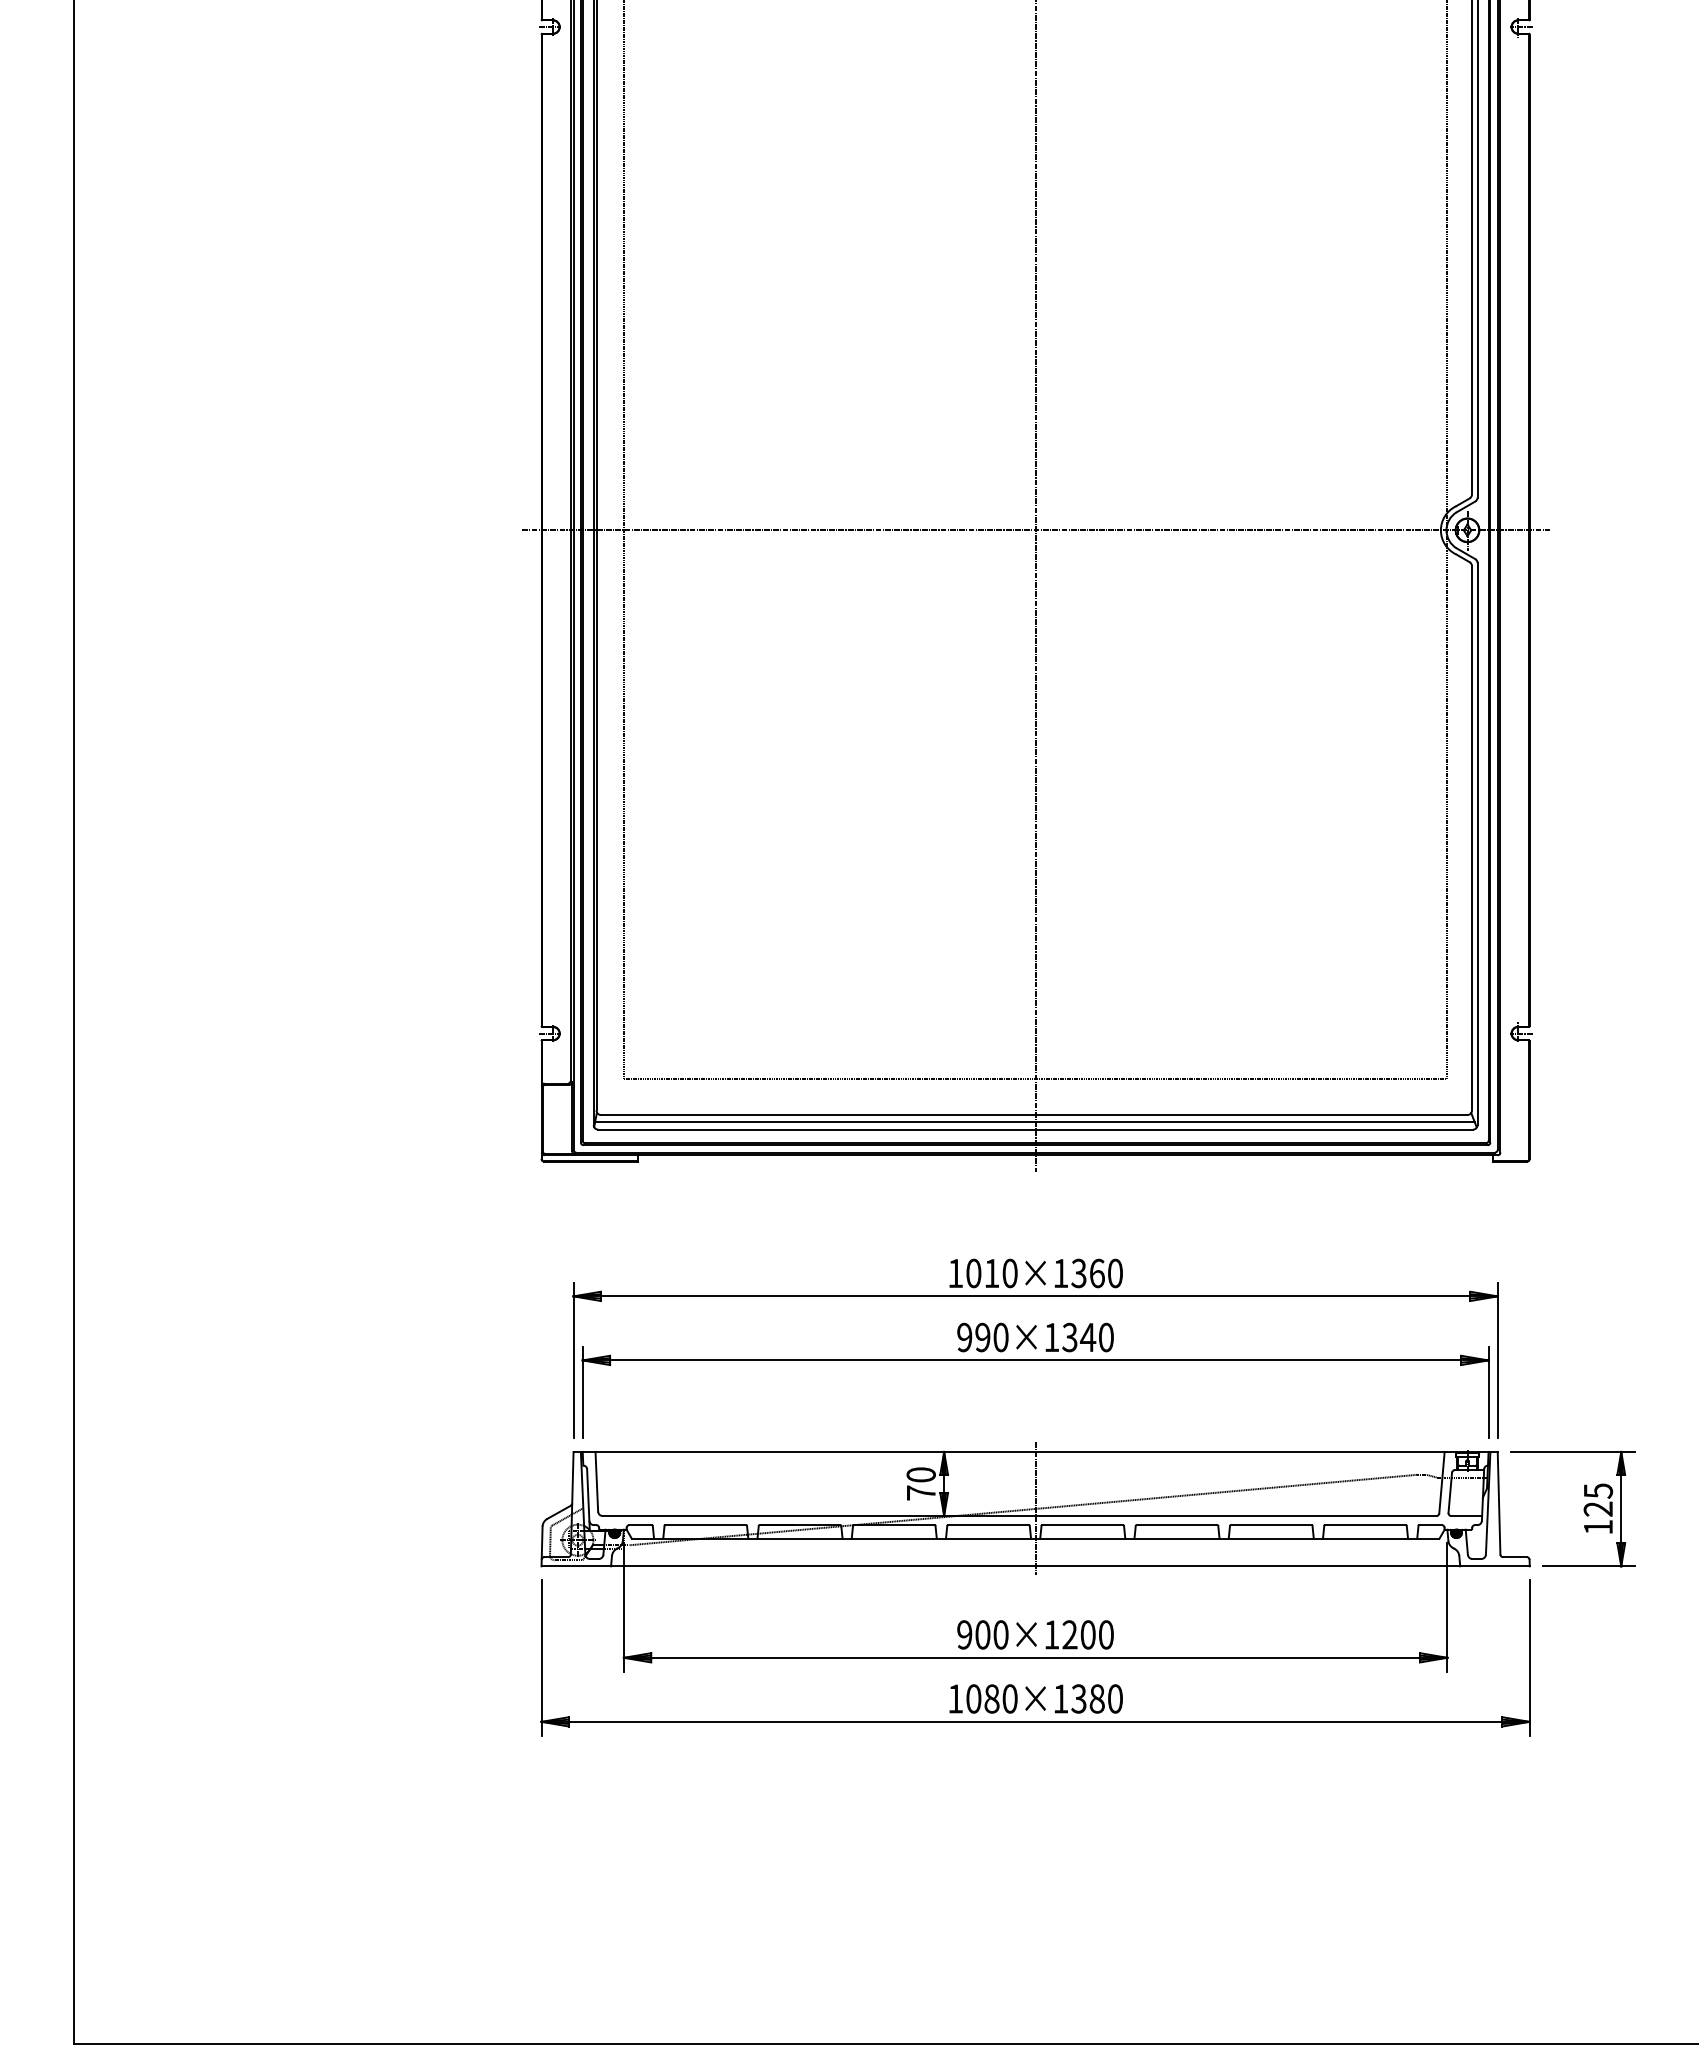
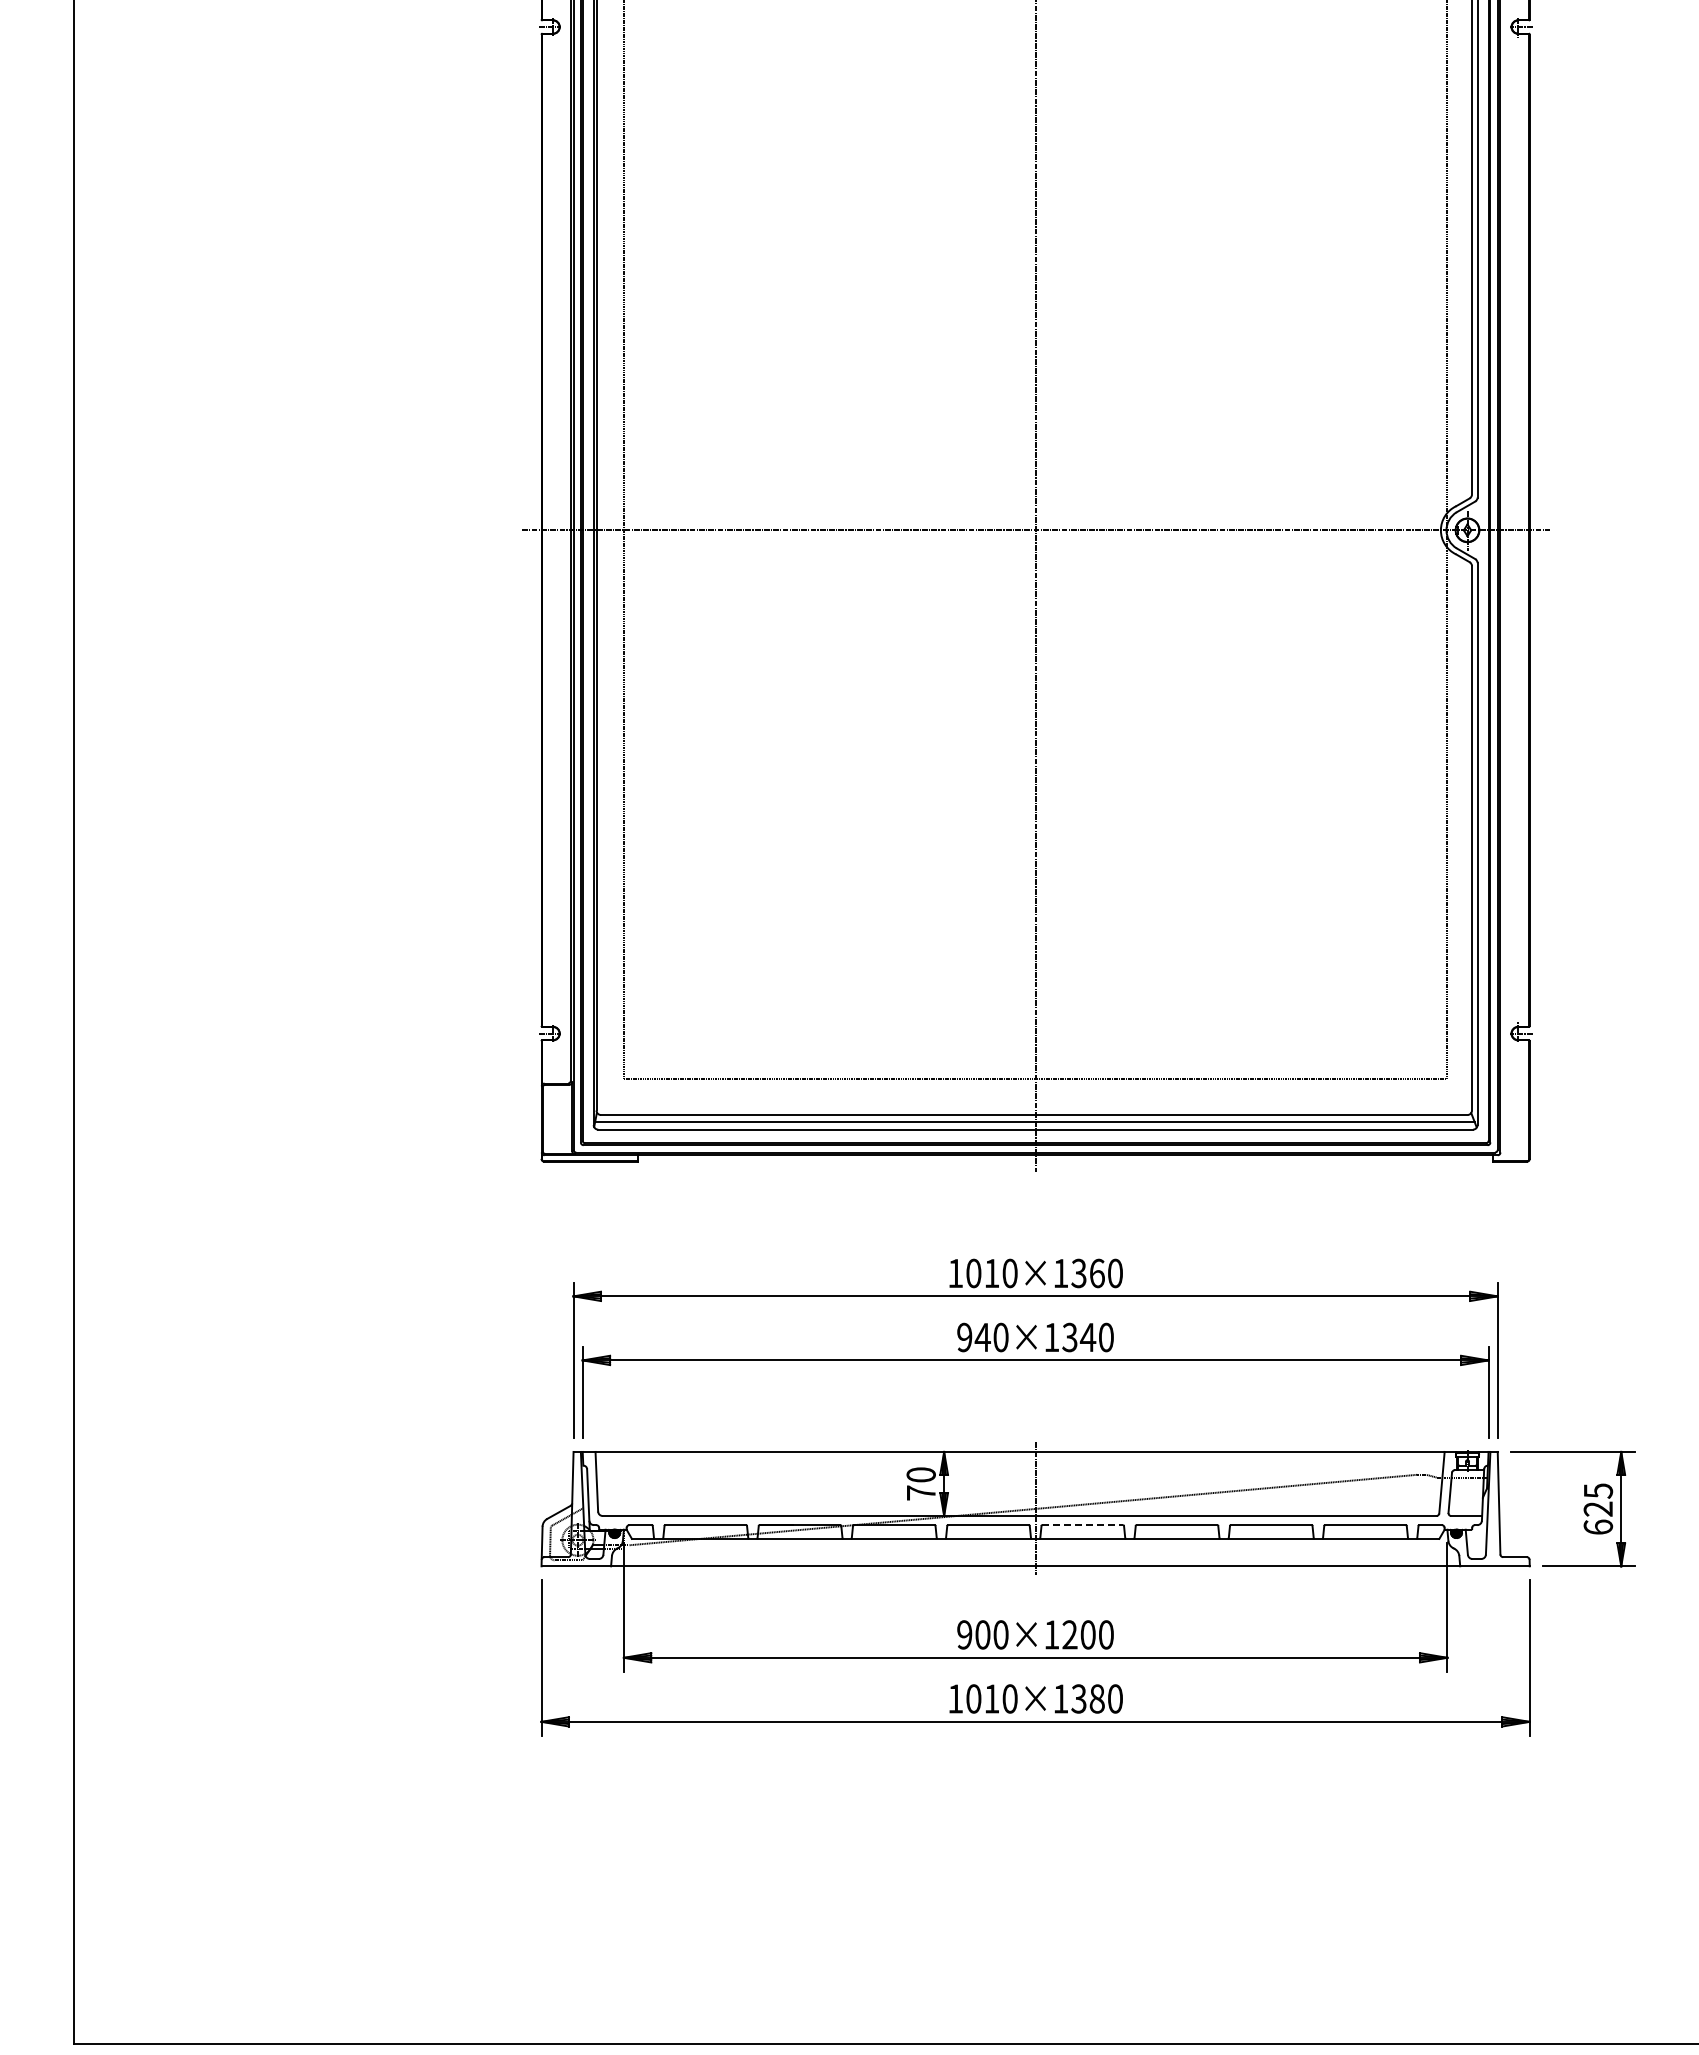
text at (982, 1337): 990×1340 -> 940×1340
line at (1083, 1525): solid -> dashed
text at (1598, 1526): 125 -> 625
text at (991, 1698): 1080×1380 -> 1010×1380
